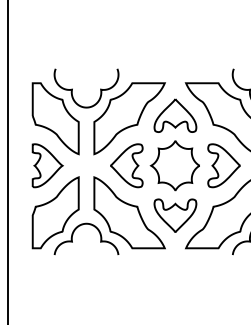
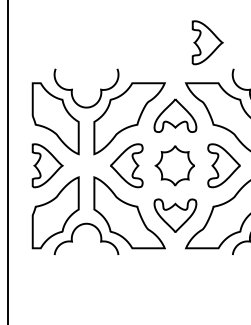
part at (207, 42): none -> present
part at (174, 165) size: 51x52 px -> 41x42 px
